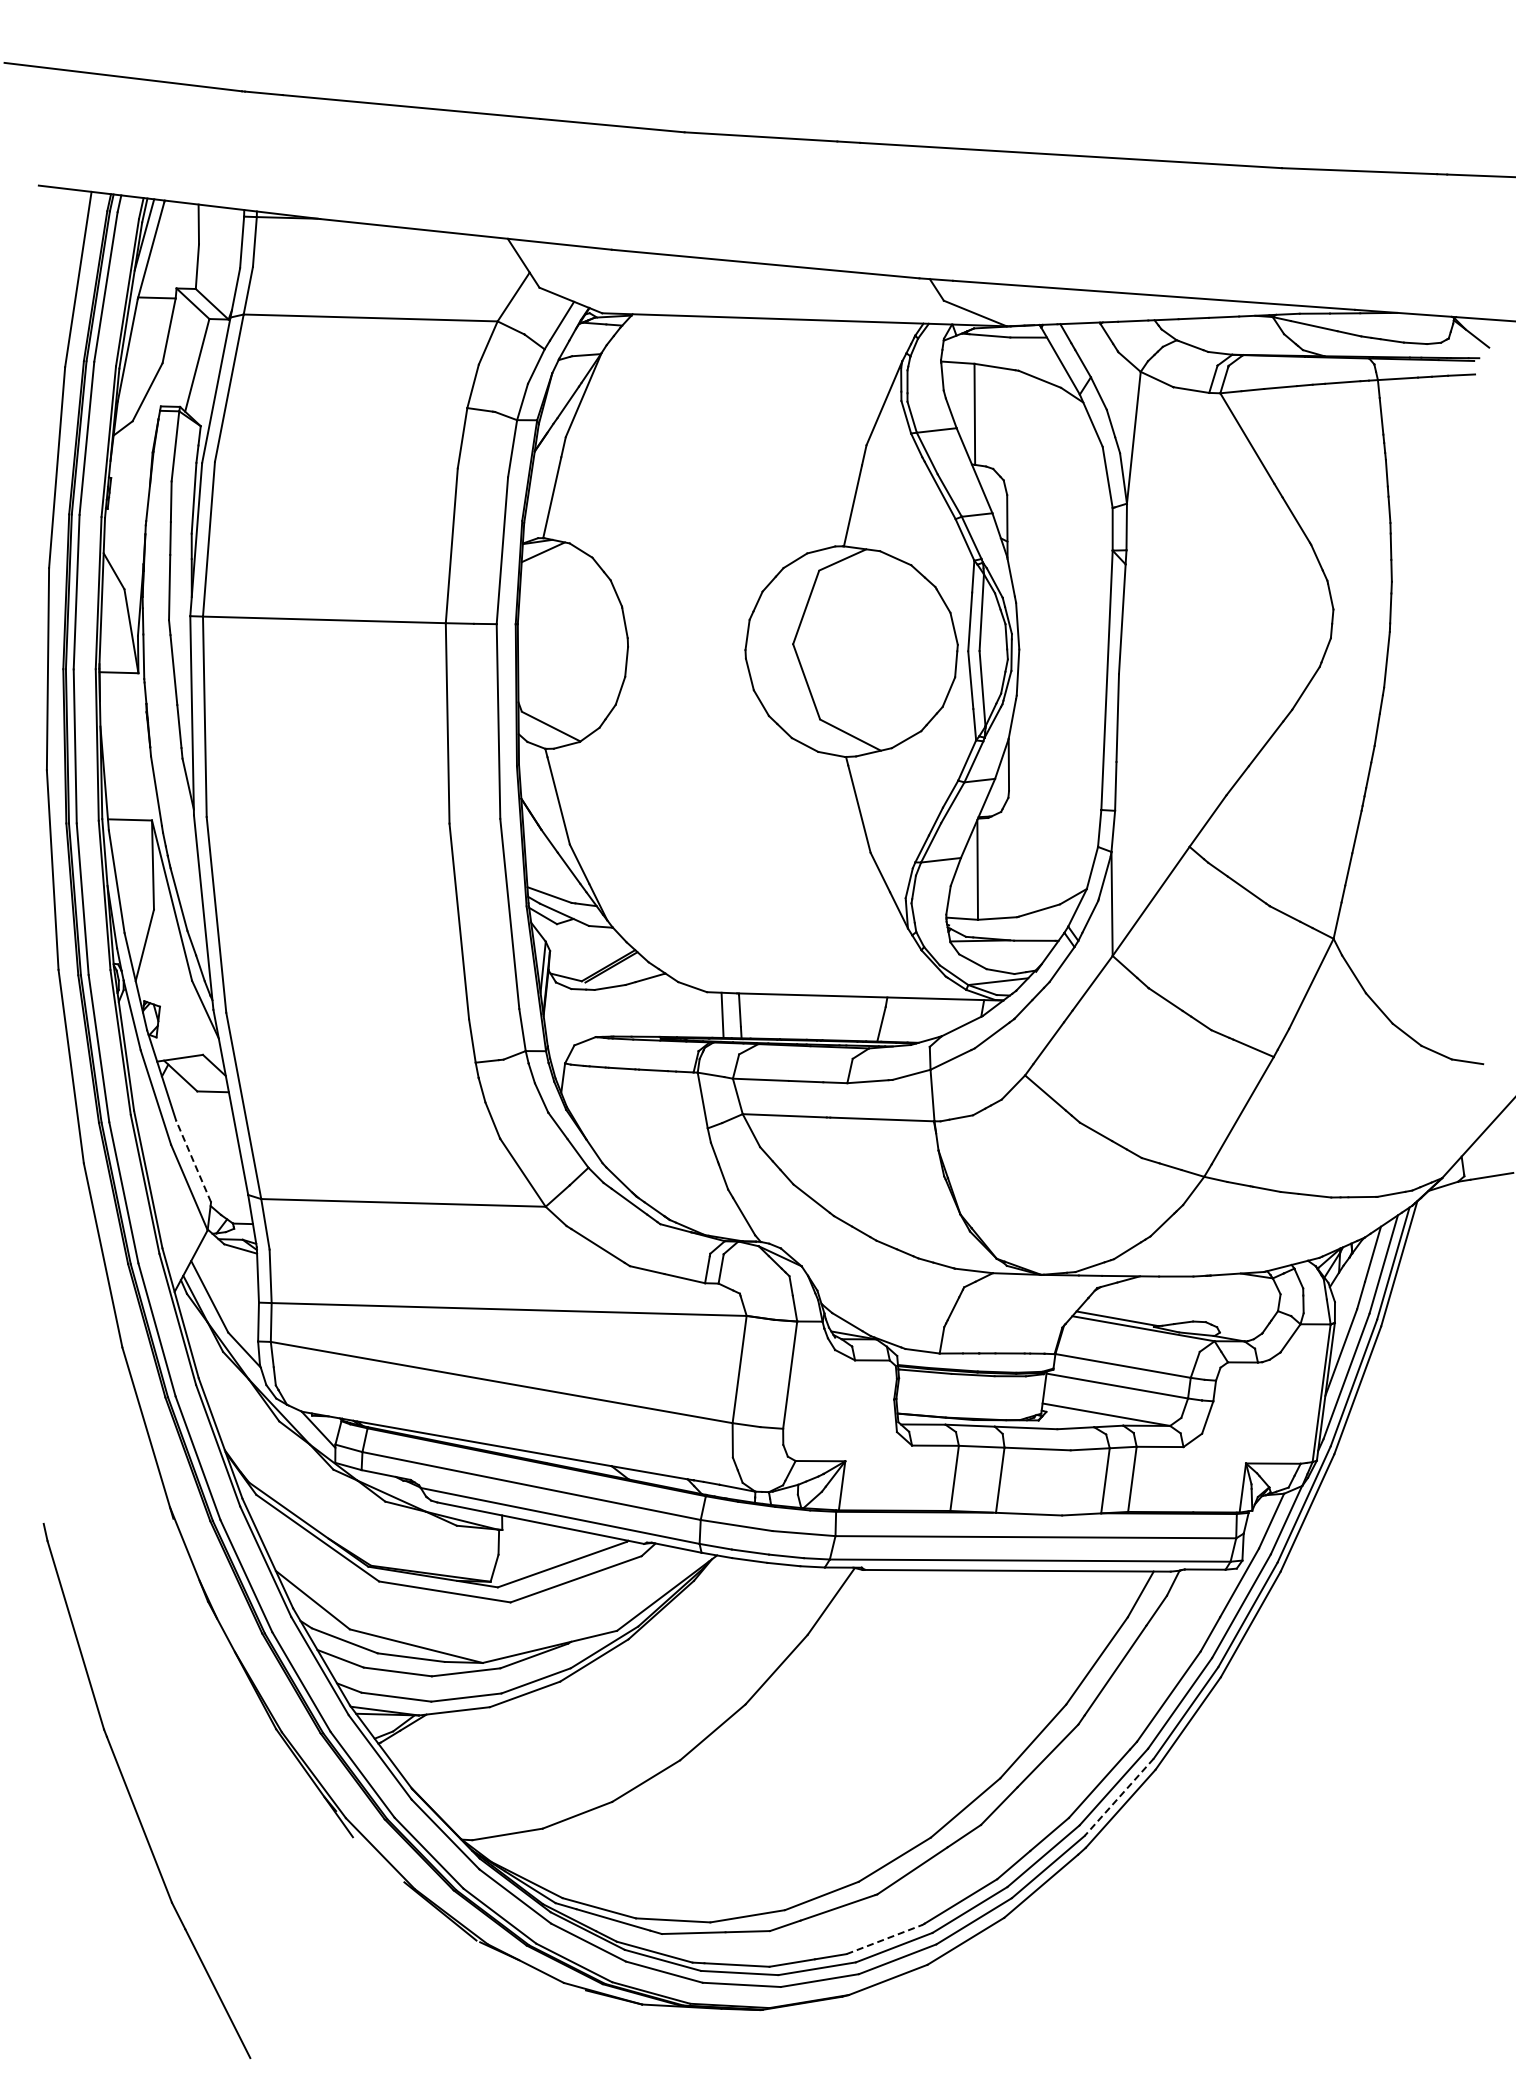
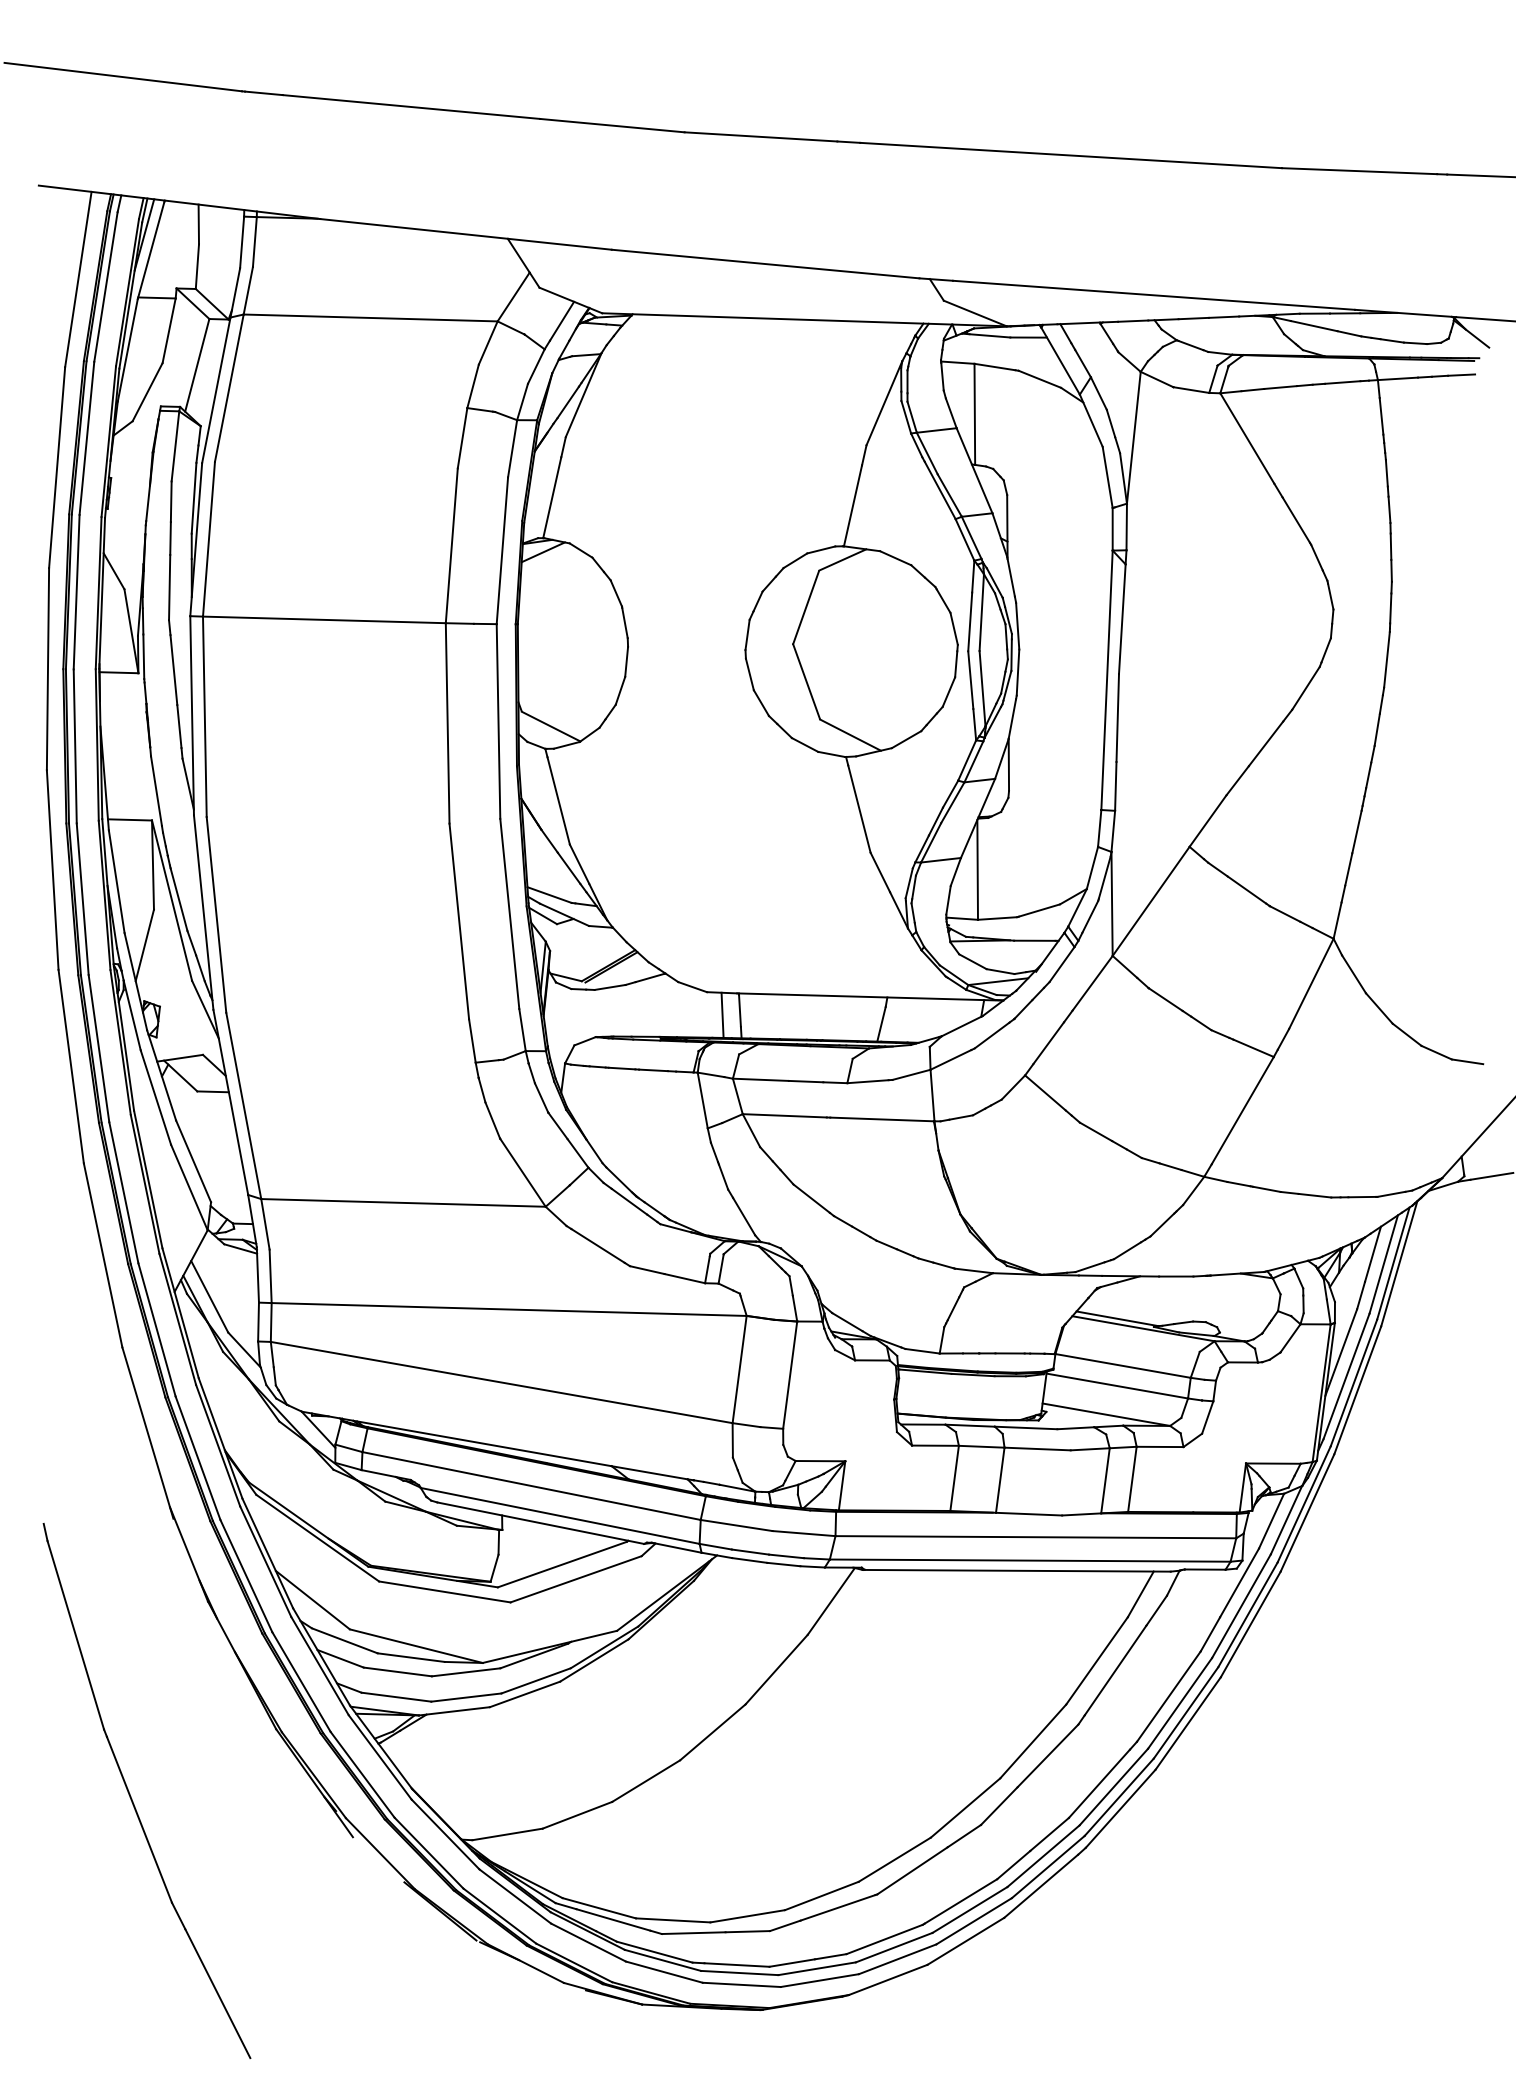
line at (193, 1160): dashed -> solid
line at (1119, 1797): dashed -> solid
line at (884, 1939): dashed -> solid
